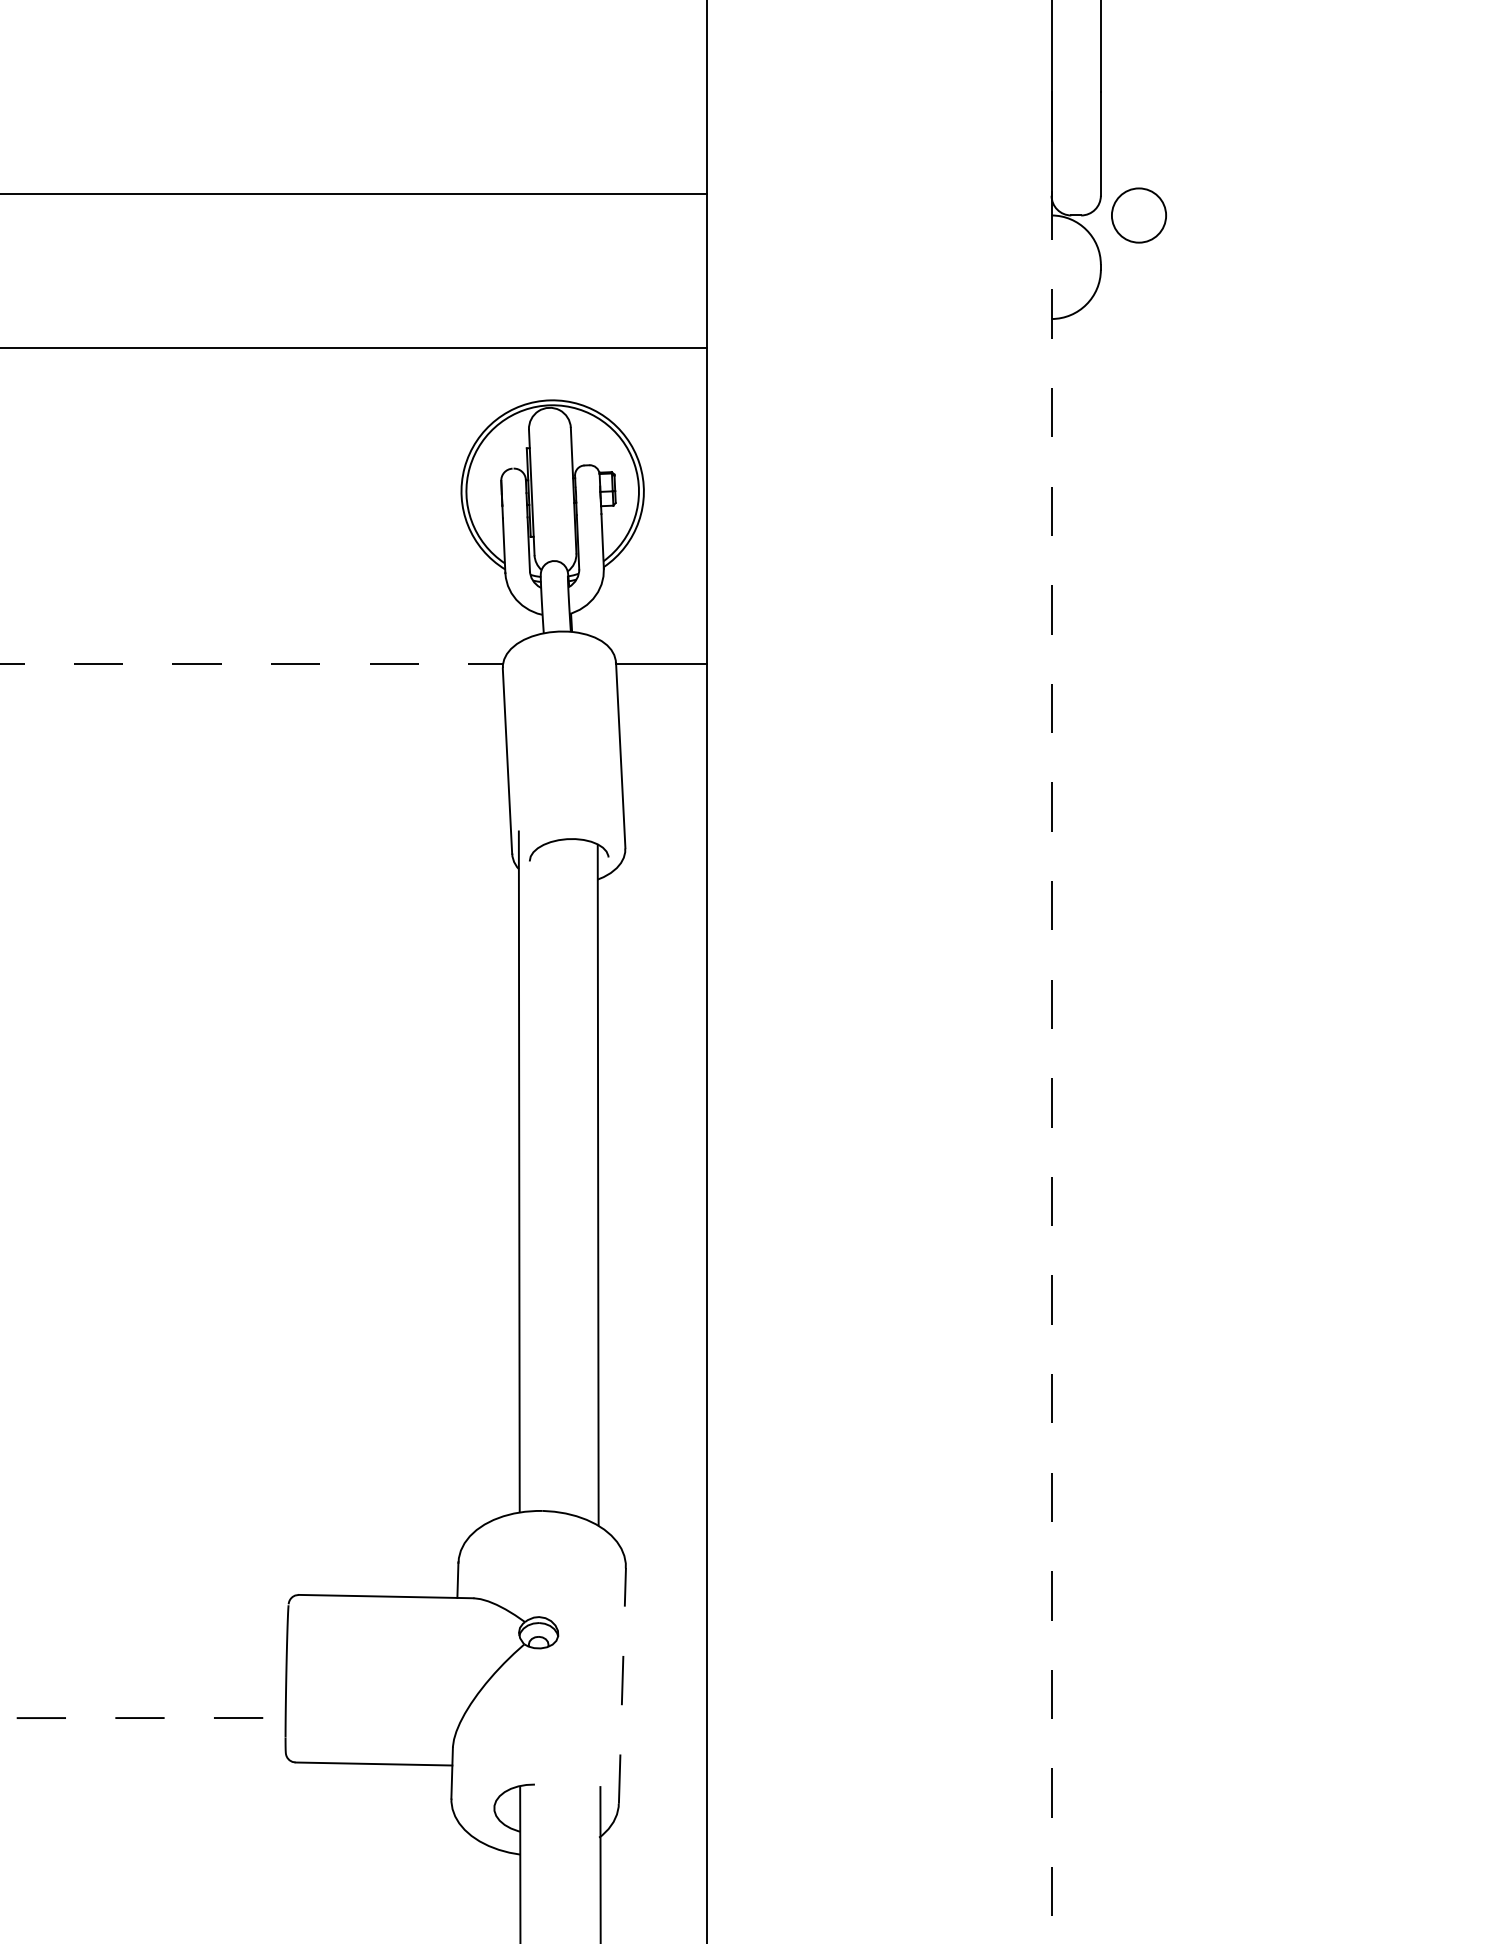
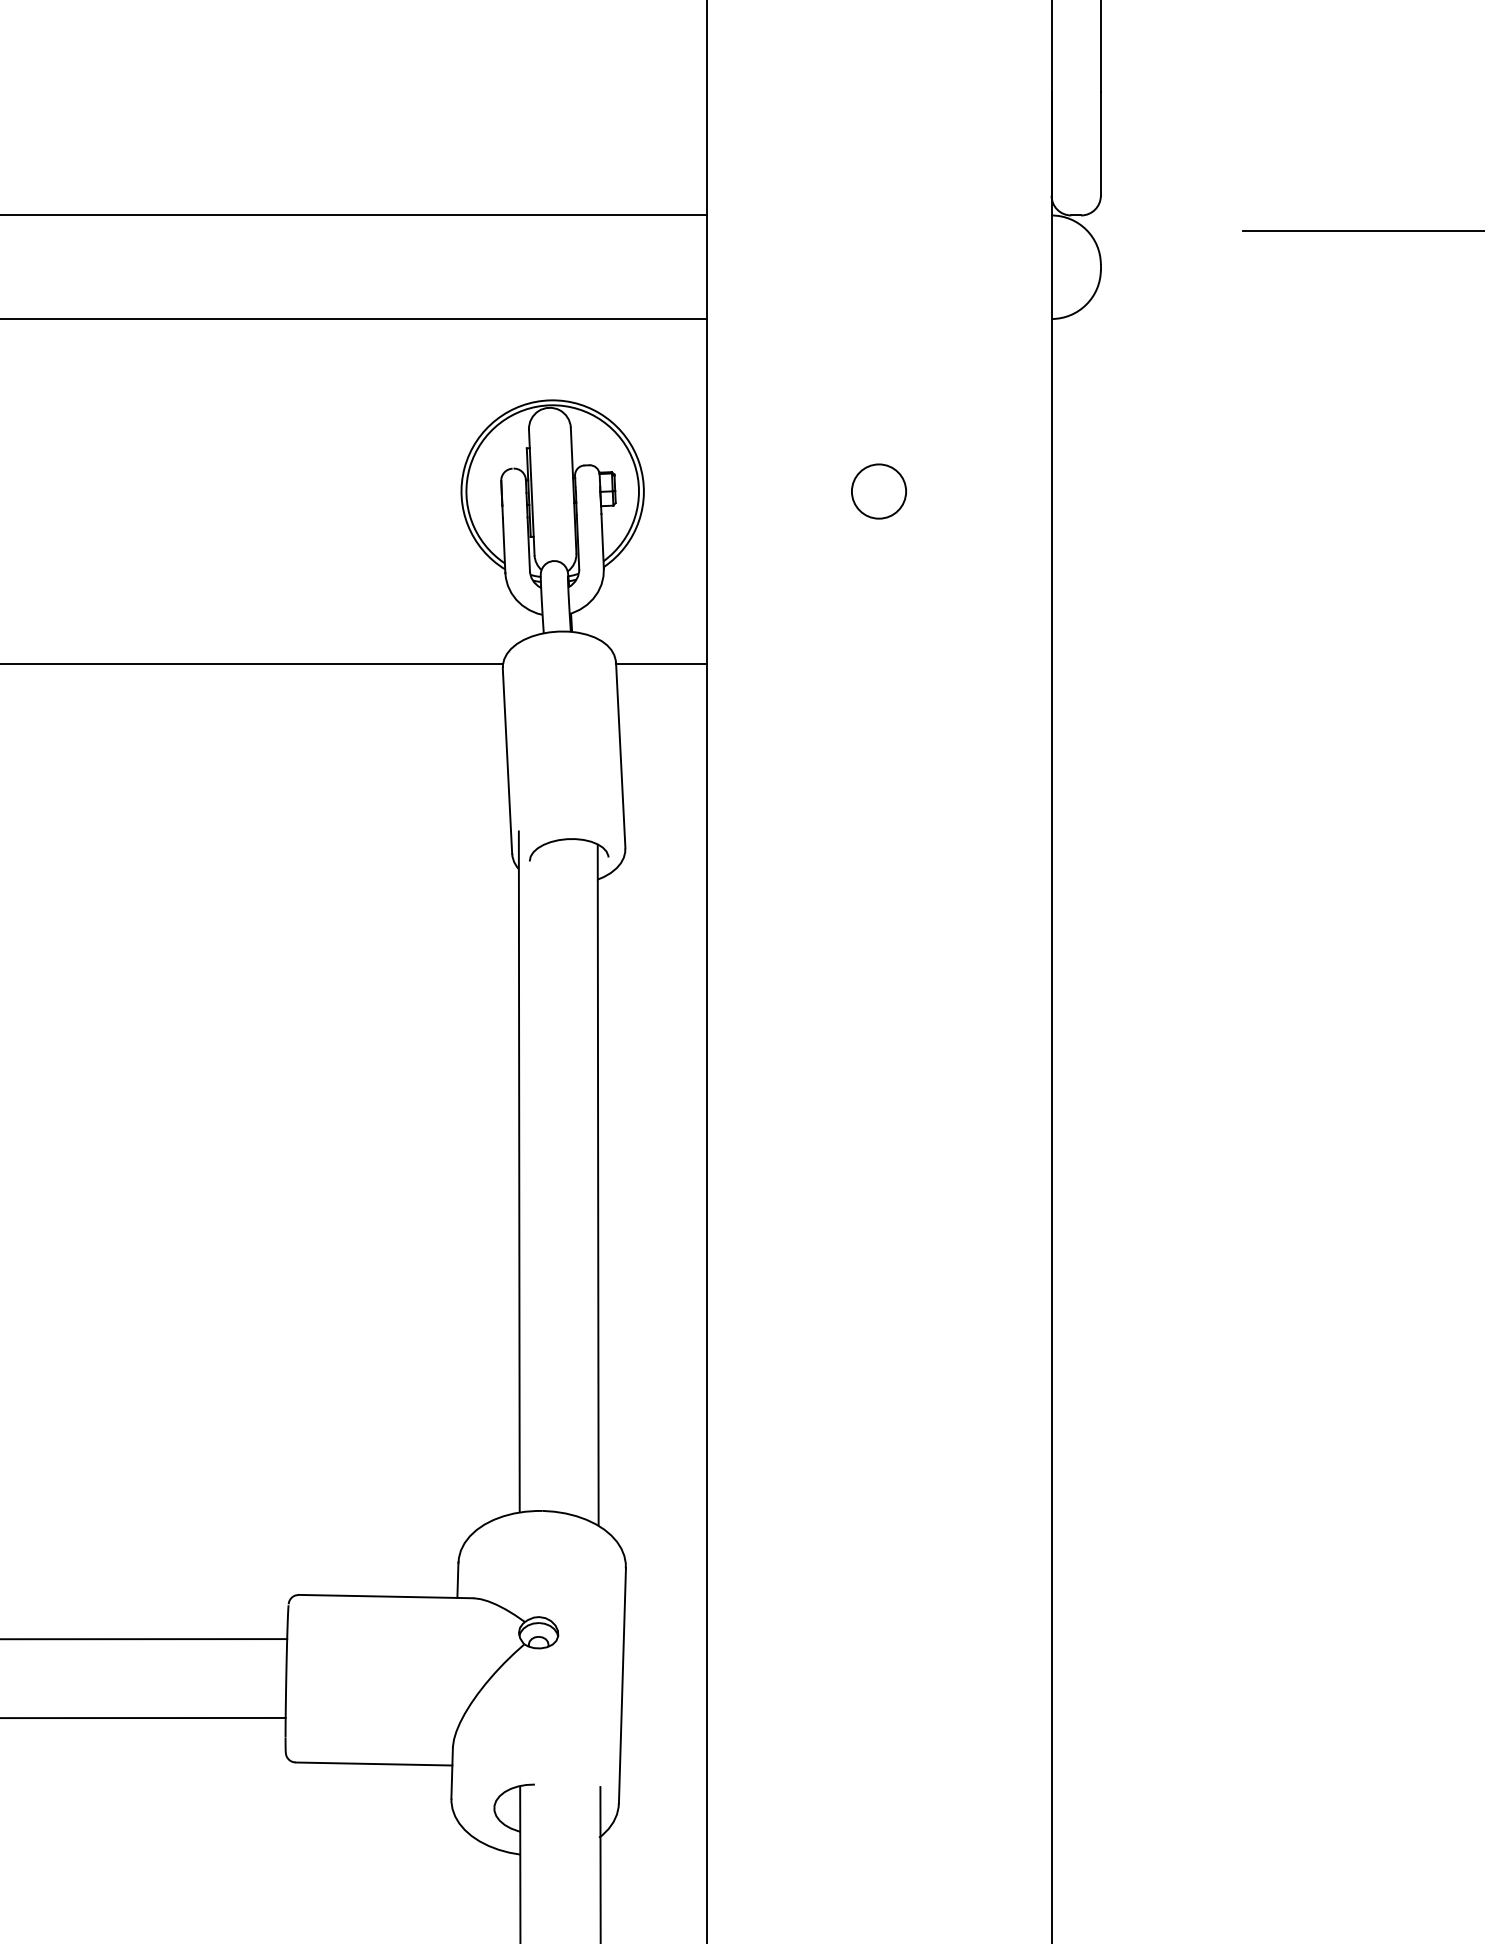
line at (354, 194) position: (354, 194) -> (354, 215)
circle at (1138, 215) position: (1138, 215) -> (878, 491)
line at (1362, 231): none -> present
line at (354, 348) position: (354, 348) -> (354, 319)
line at (252, 664): dashed -> solid
line at (1051, 1018): dashed -> solid
line at (144, 1639): none -> present
line at (622, 1685): dashed -> solid
line at (143, 1718): dashed -> solid
